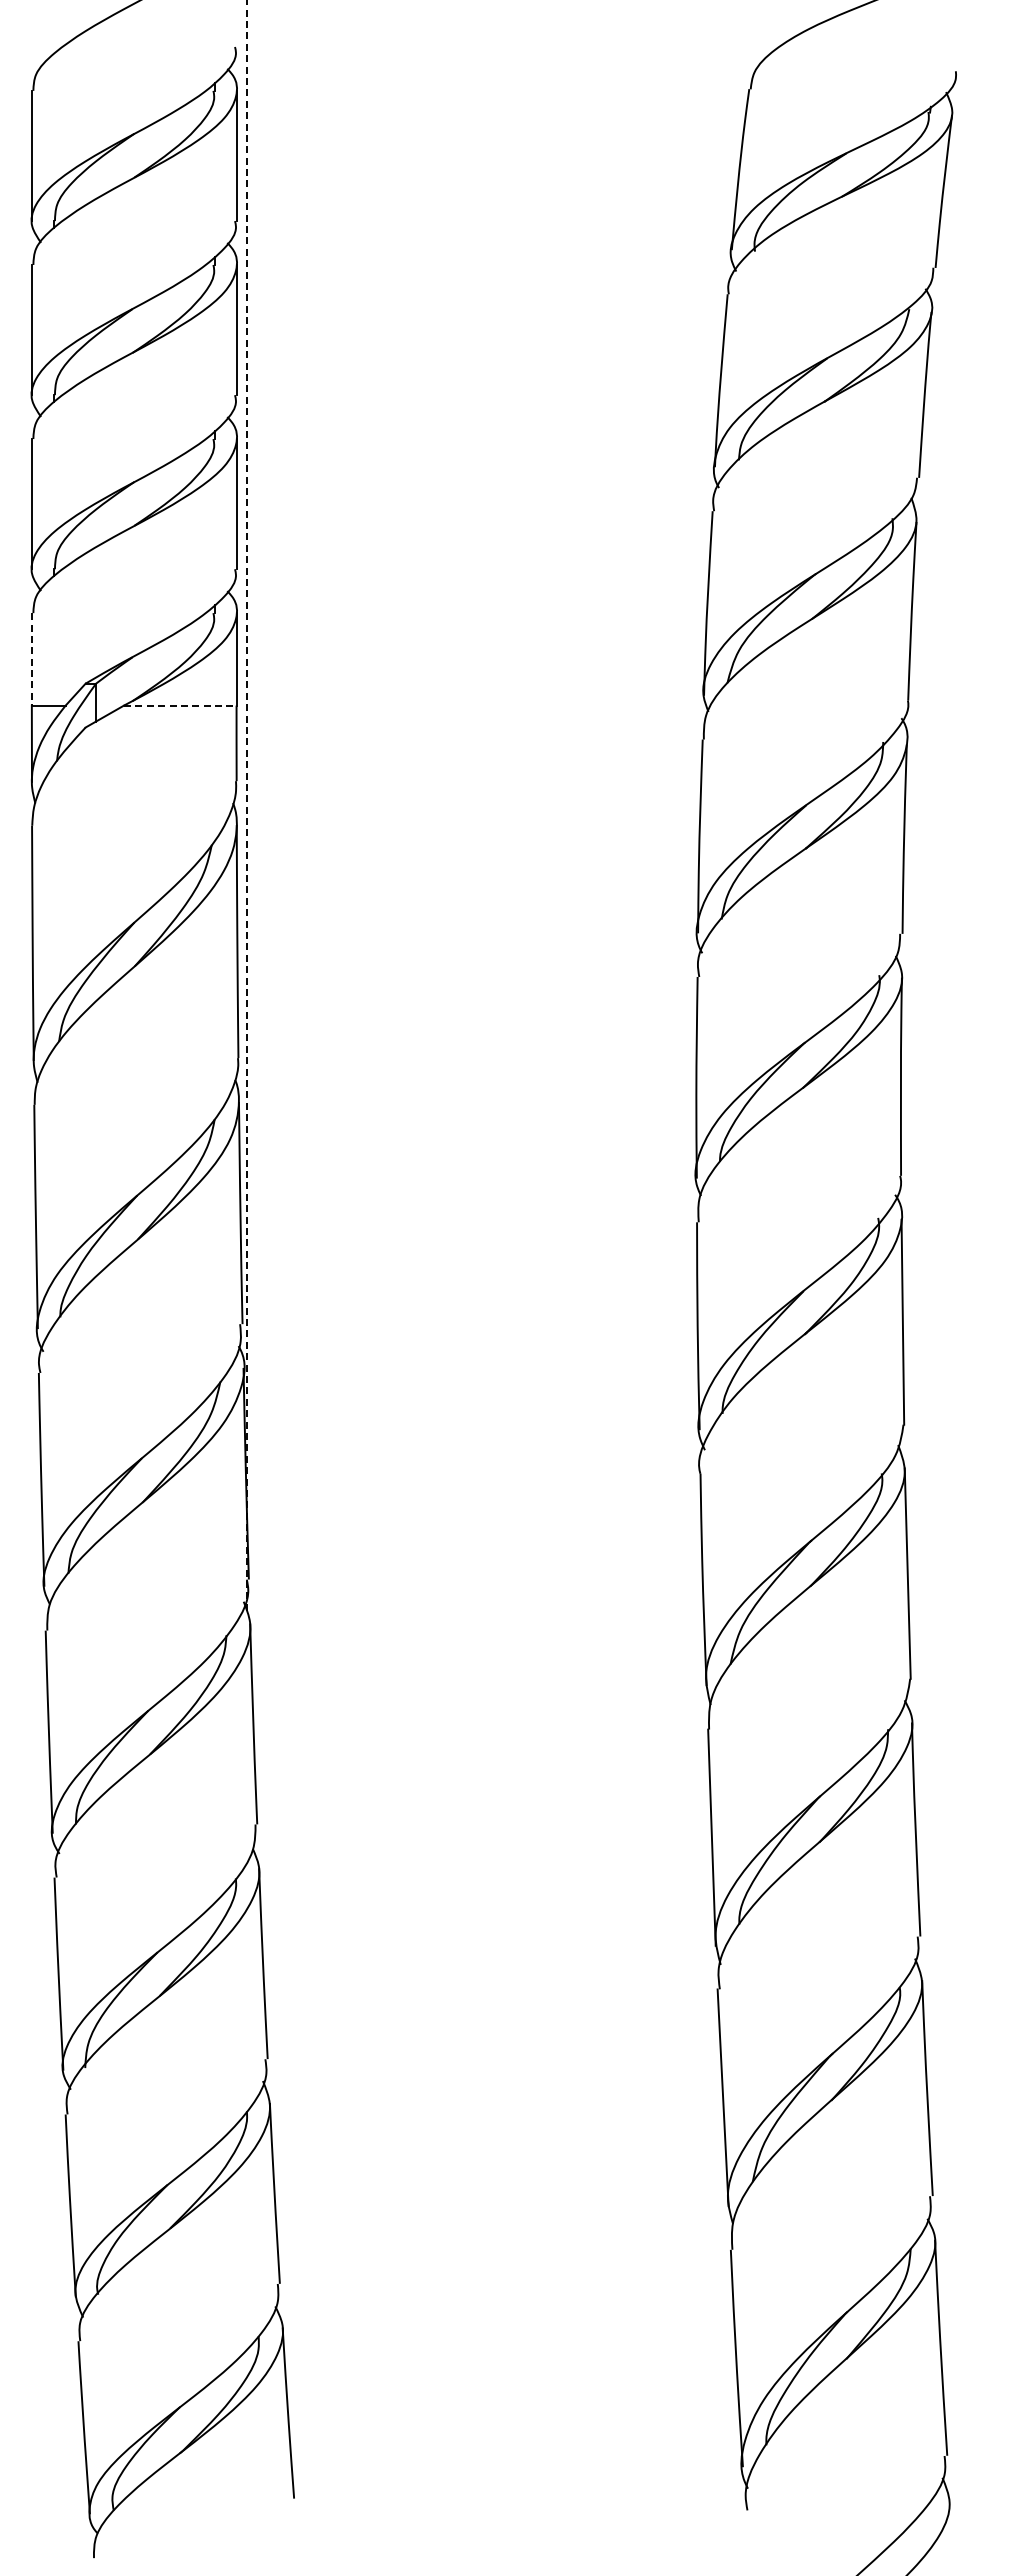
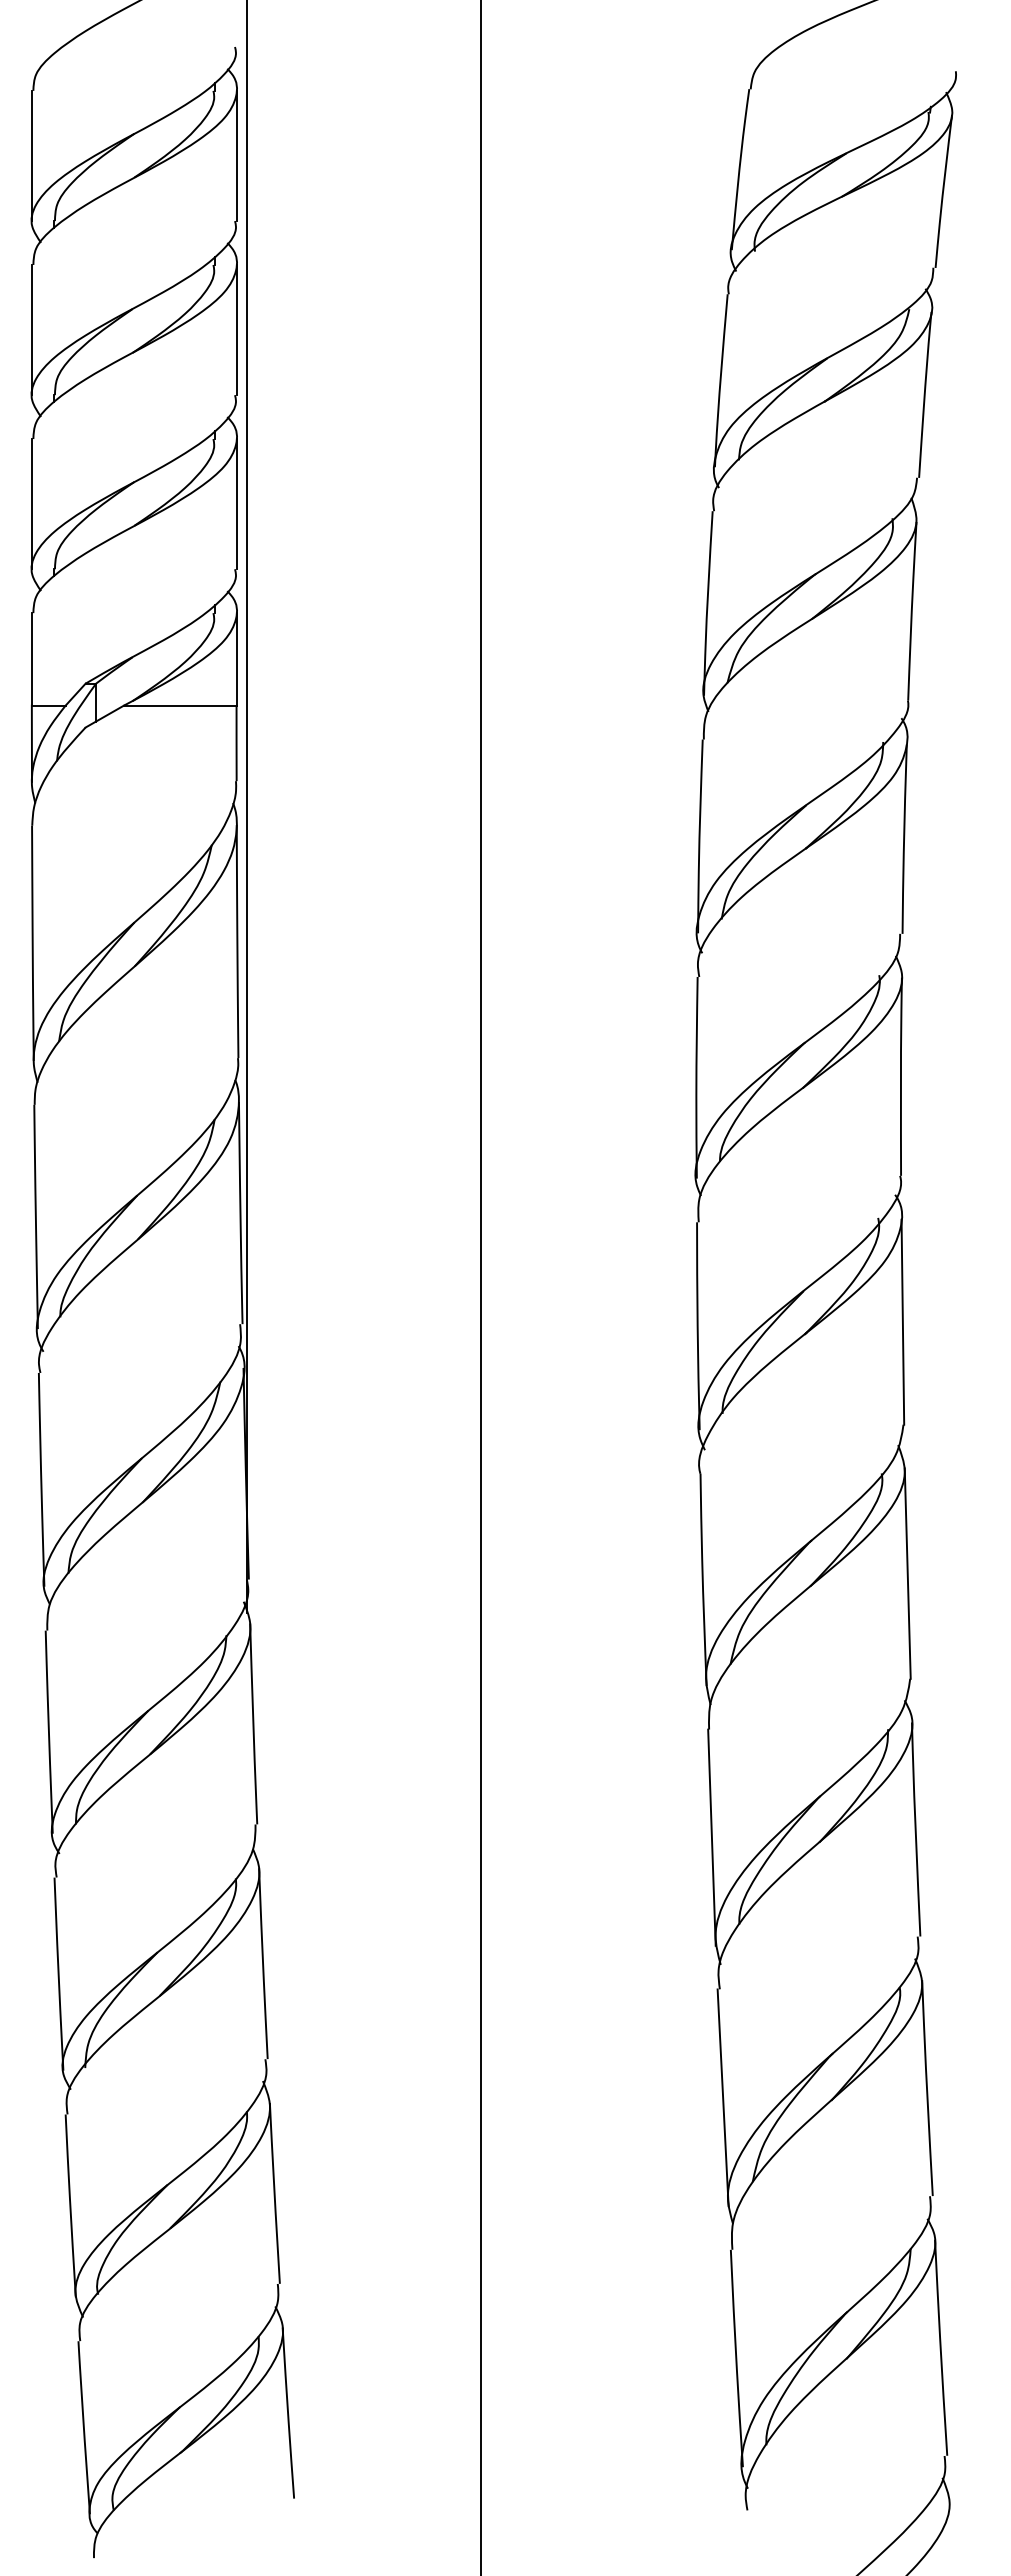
line at (31, 659): dashed -> solid
line at (180, 705): dashed -> solid
line at (247, 807): dashed -> solid
line at (481, 1287): none -> present
